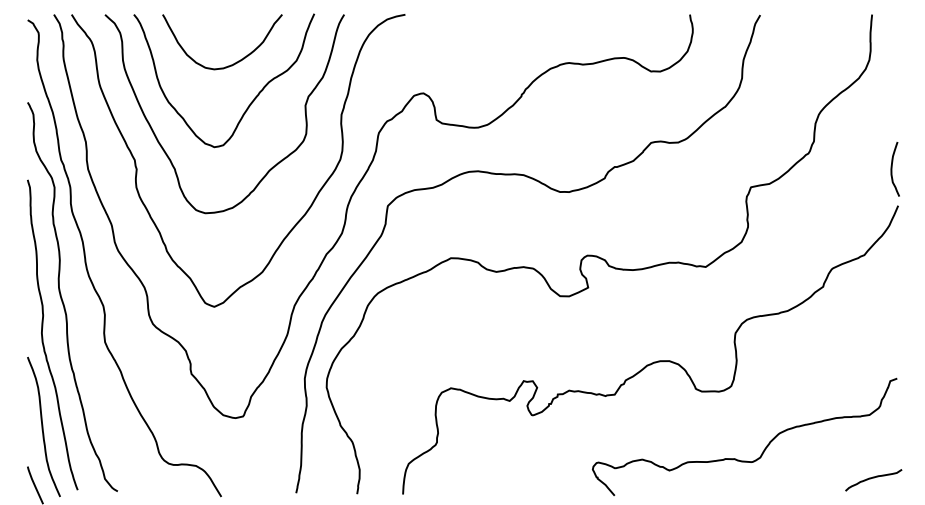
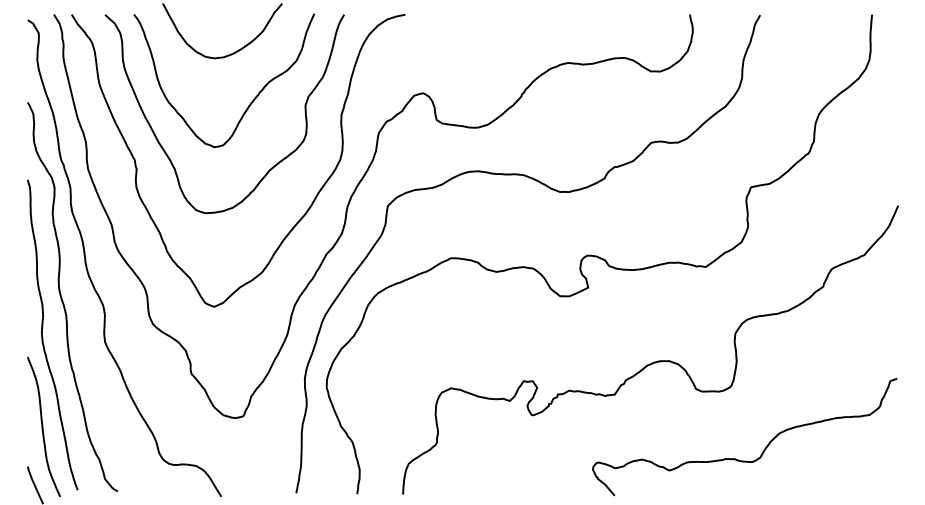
curve at (230, 64) position: (230, 64) -> (230, 53)
curve at (892, 169): present -> none
curve at (873, 478): present -> none
